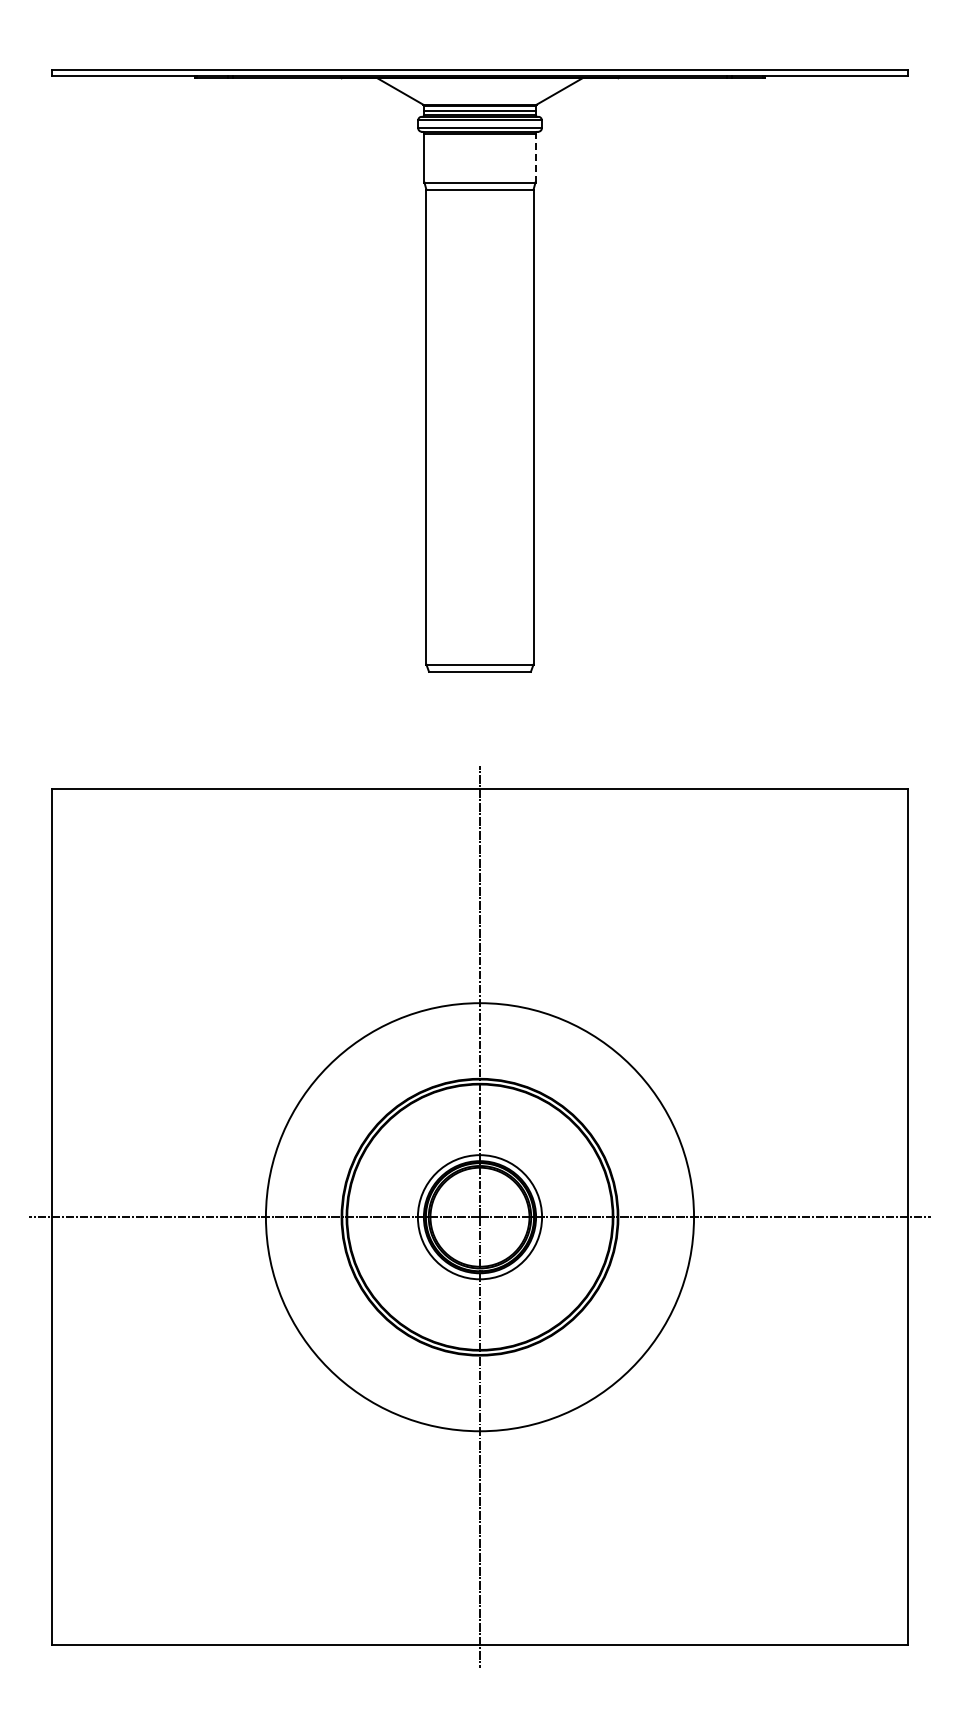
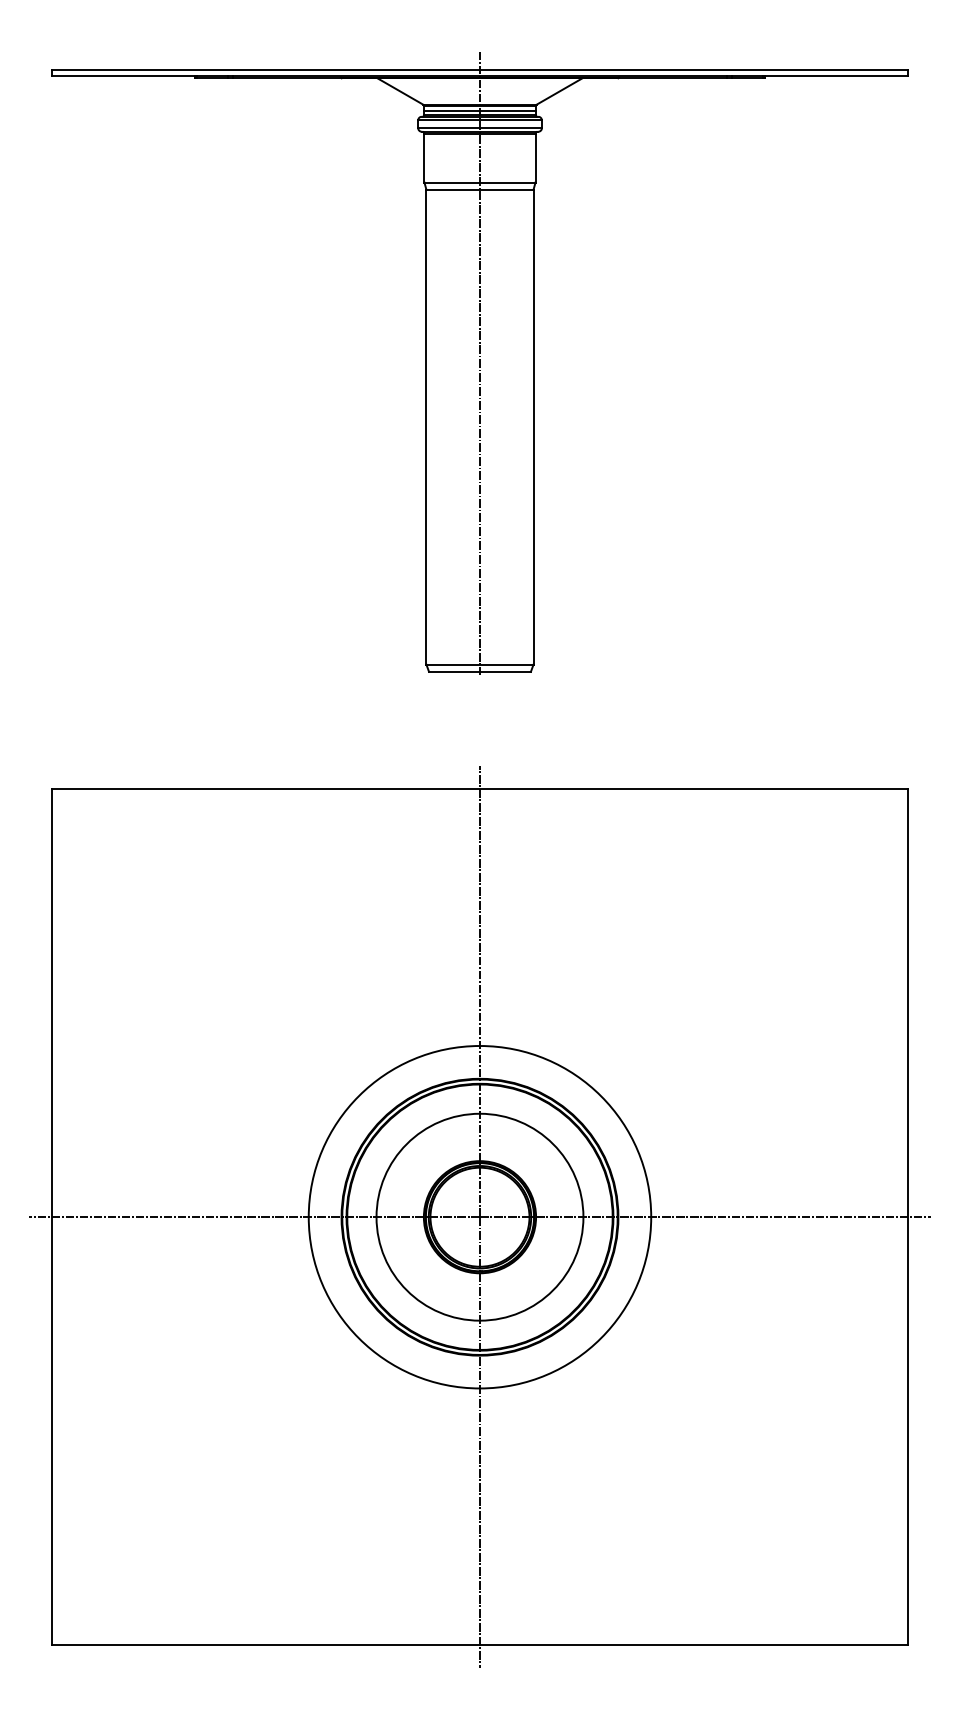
line at (535, 157): dashed -> solid
line at (479, 362): none -> present
circle at (479, 1217) diameter: 124 px -> 207 px
circle at (479, 1217) diameter: 428 px -> 342 px
